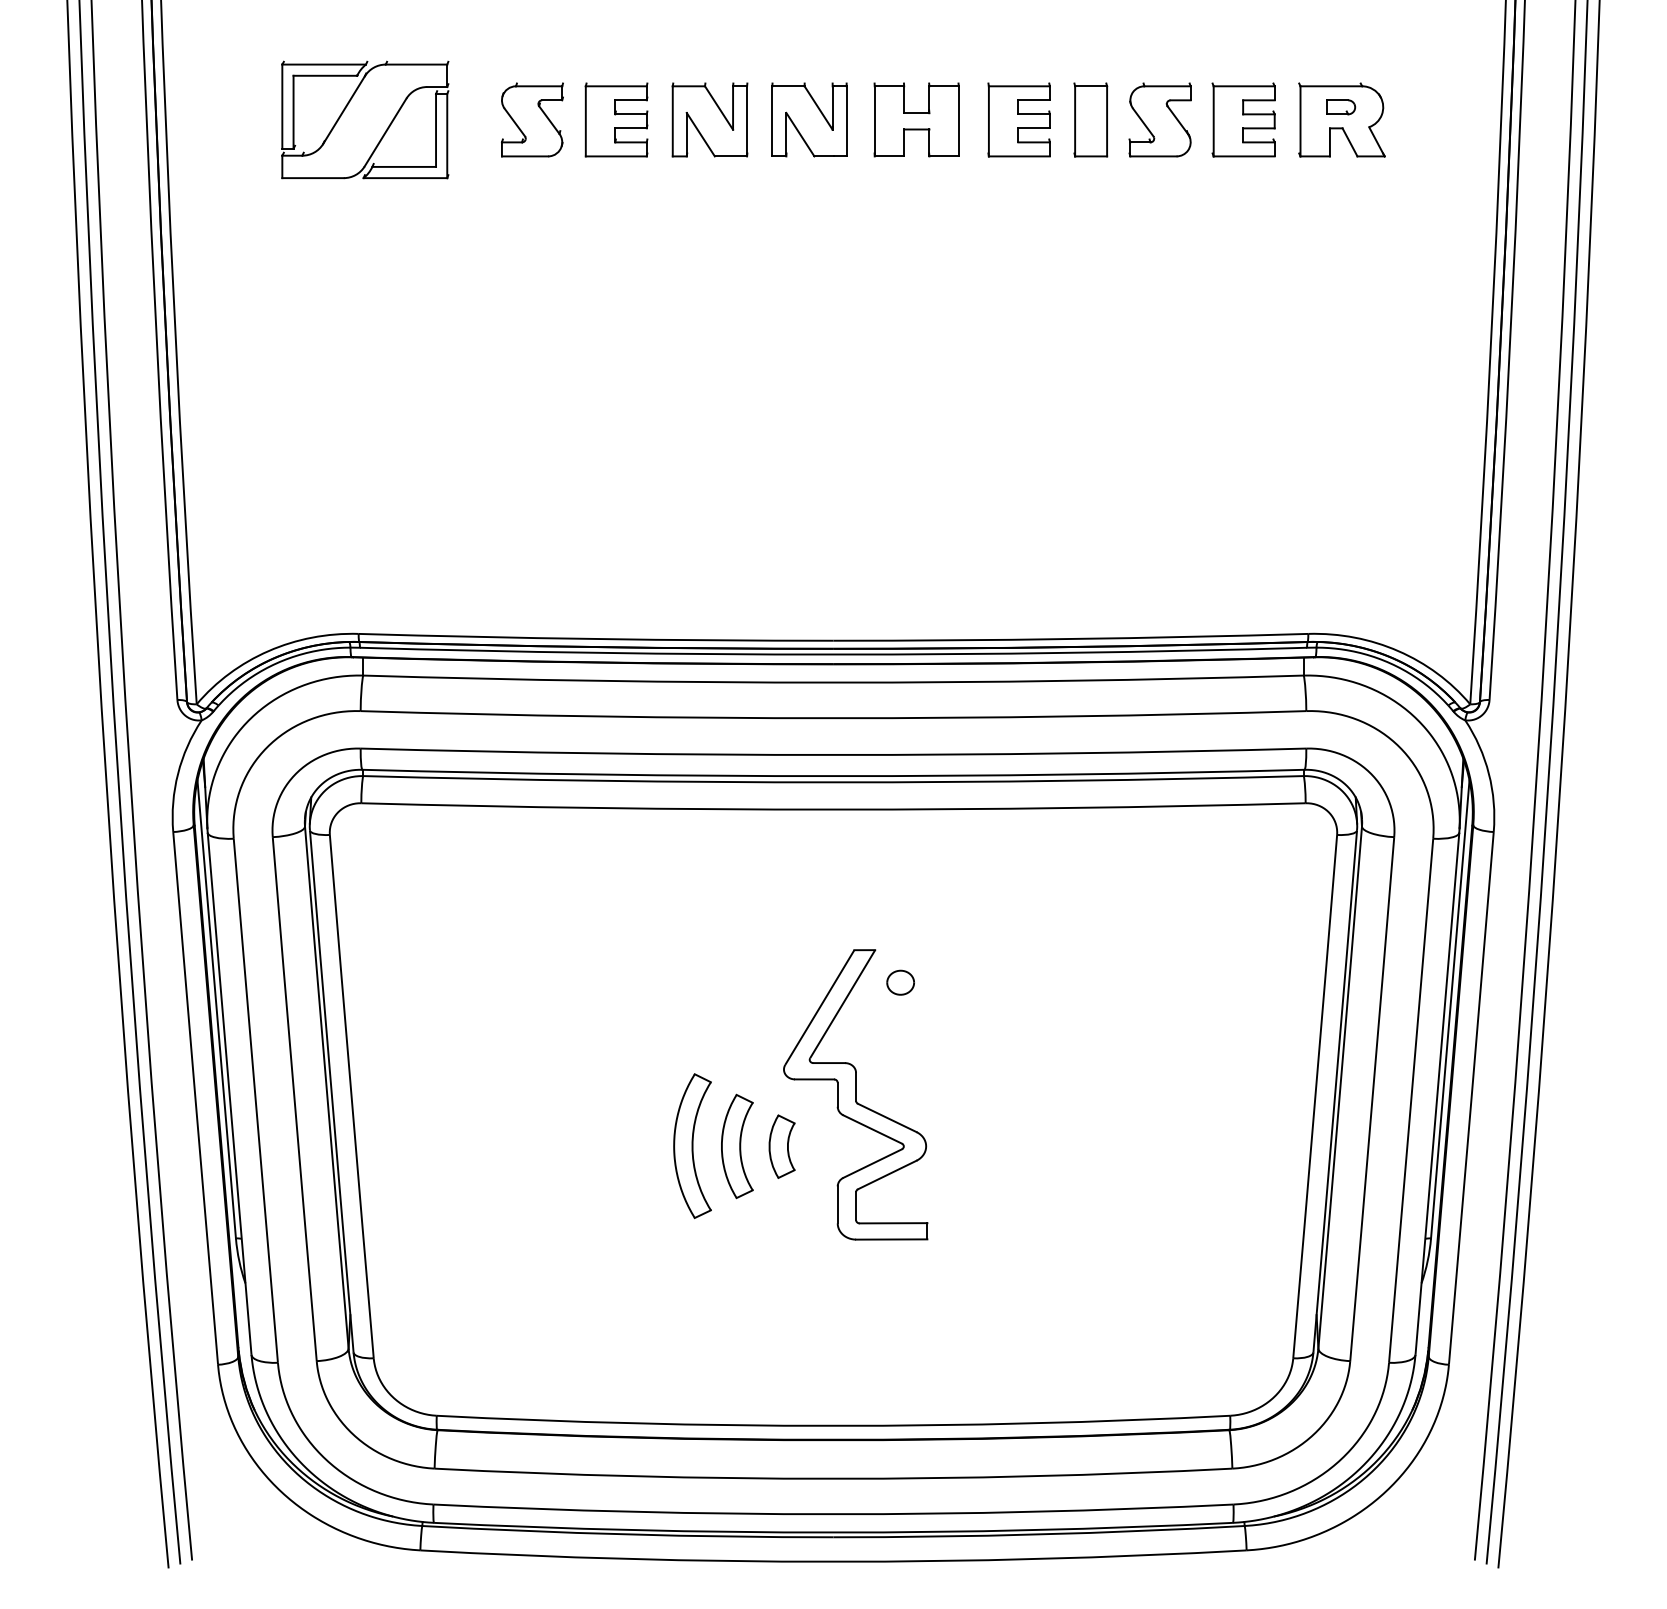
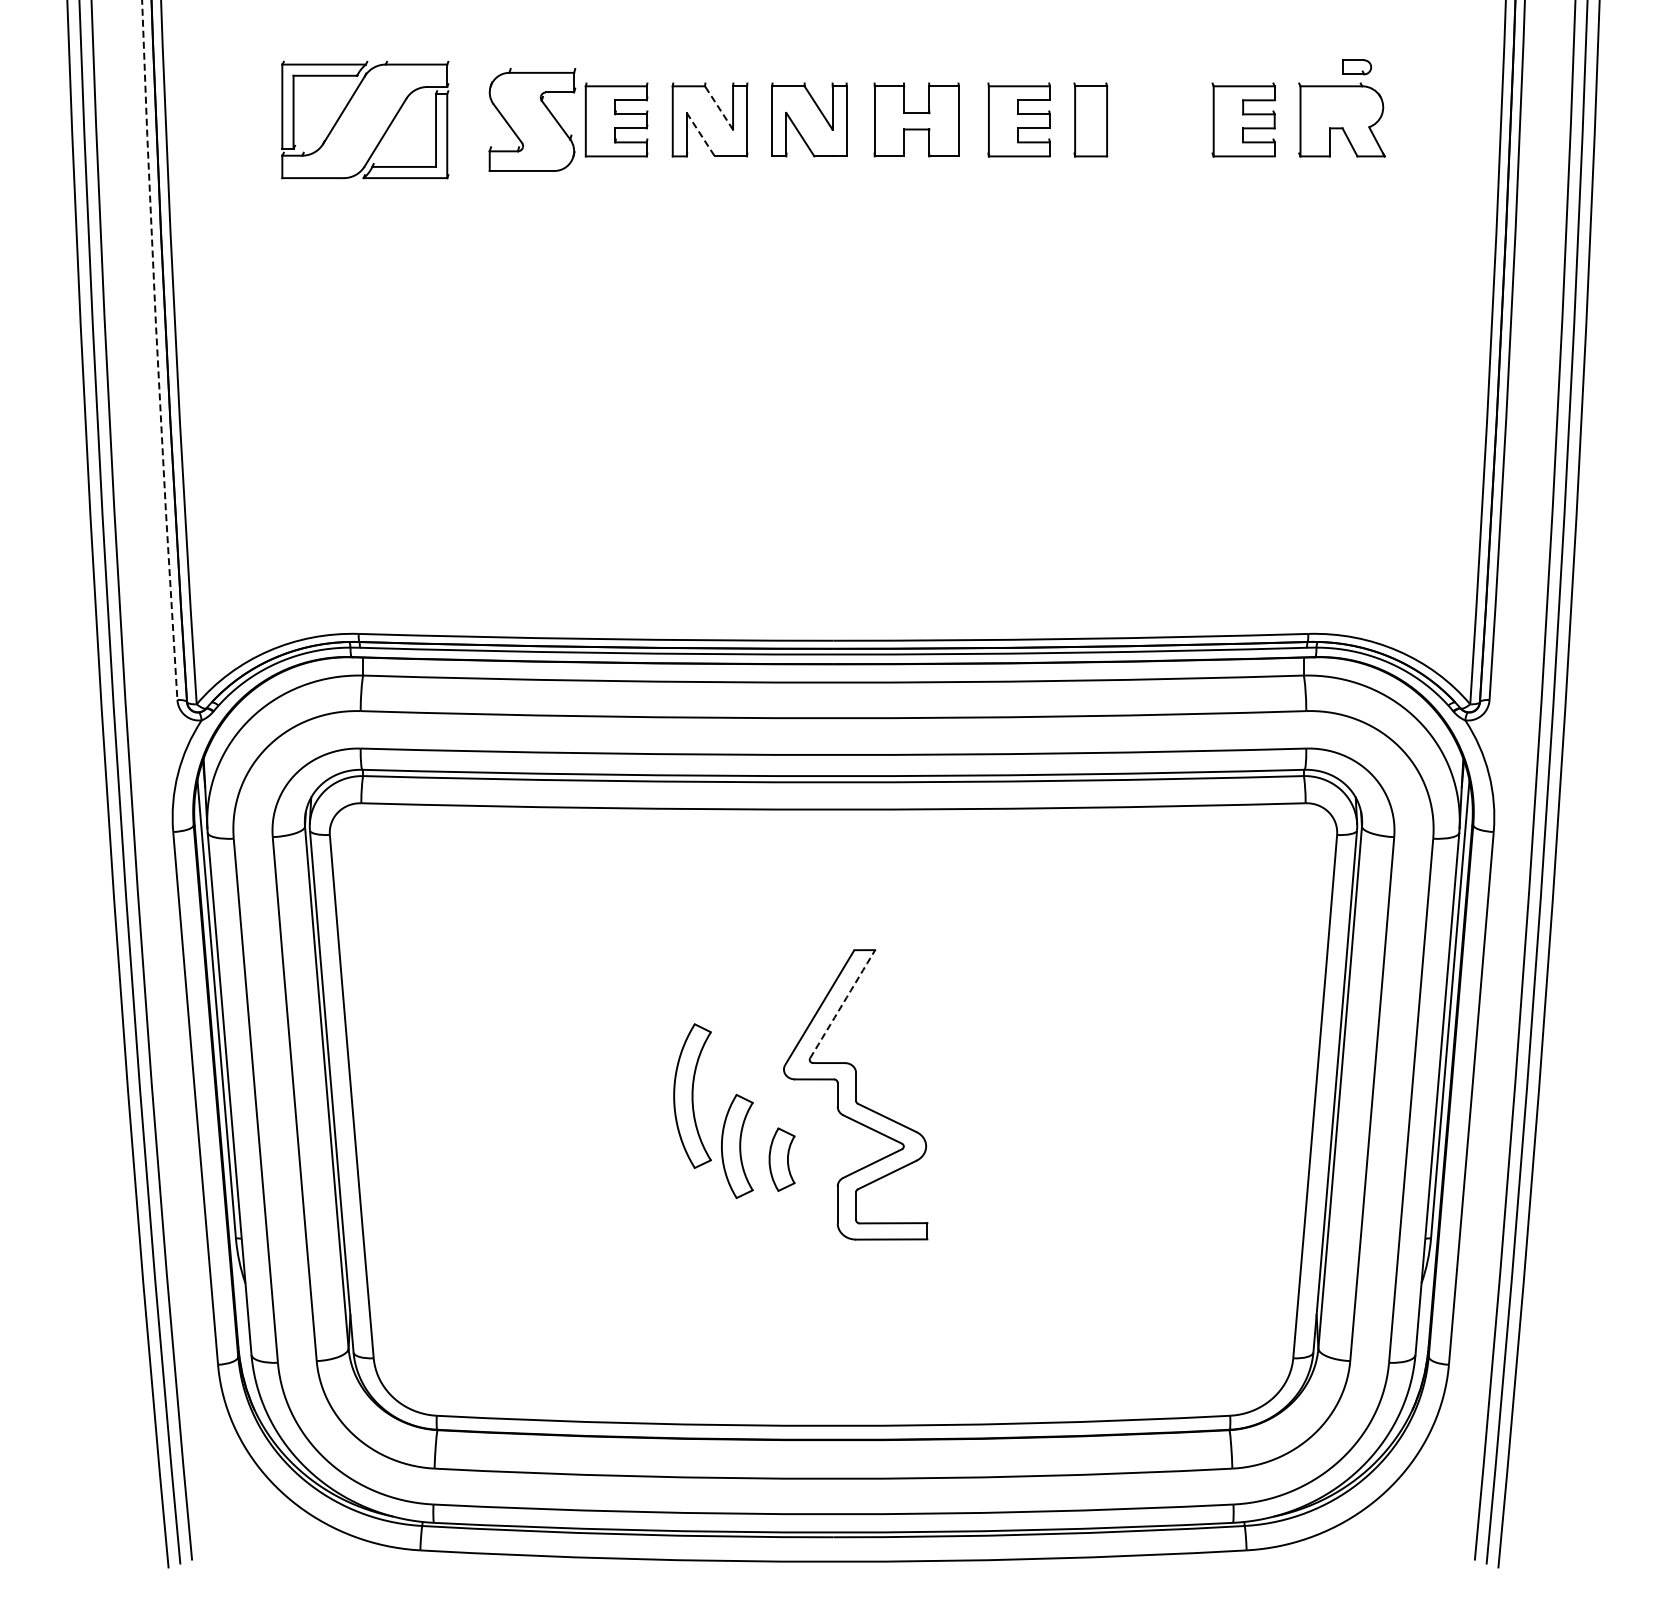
part at (1341, 107) position: (1341, 107) -> (1357, 67)
line at (719, 108): solid -> dashed
part at (532, 119) size: 63x76 px -> 89x104 px
part at (1159, 119): present -> none
line at (700, 134): solid -> dashed
arc at (157, 349): solid -> dashed
part at (900, 982): present -> none
arc at (842, 1004): solid -> dashed
part at (692, 1145) position: (692, 1145) -> (692, 1095)
part at (781, 1146) position: (781, 1146) -> (781, 1159)
